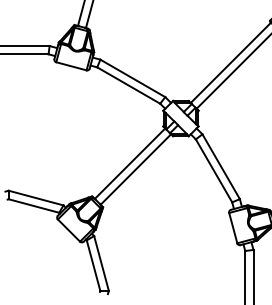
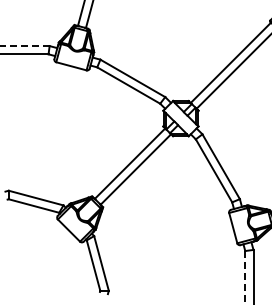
line at (24, 46): solid -> dashed
line at (245, 277): solid -> dashed
